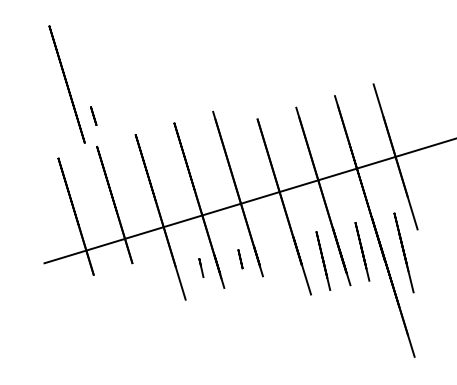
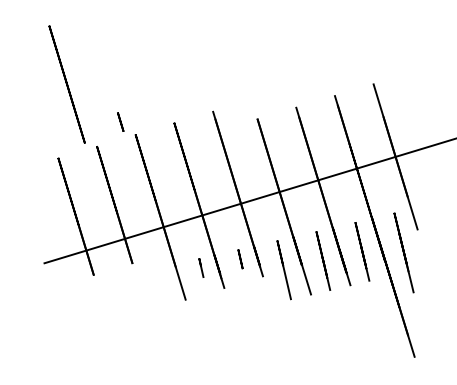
line at (93, 115) position: (93, 115) -> (120, 121)
line at (283, 270): none -> present
